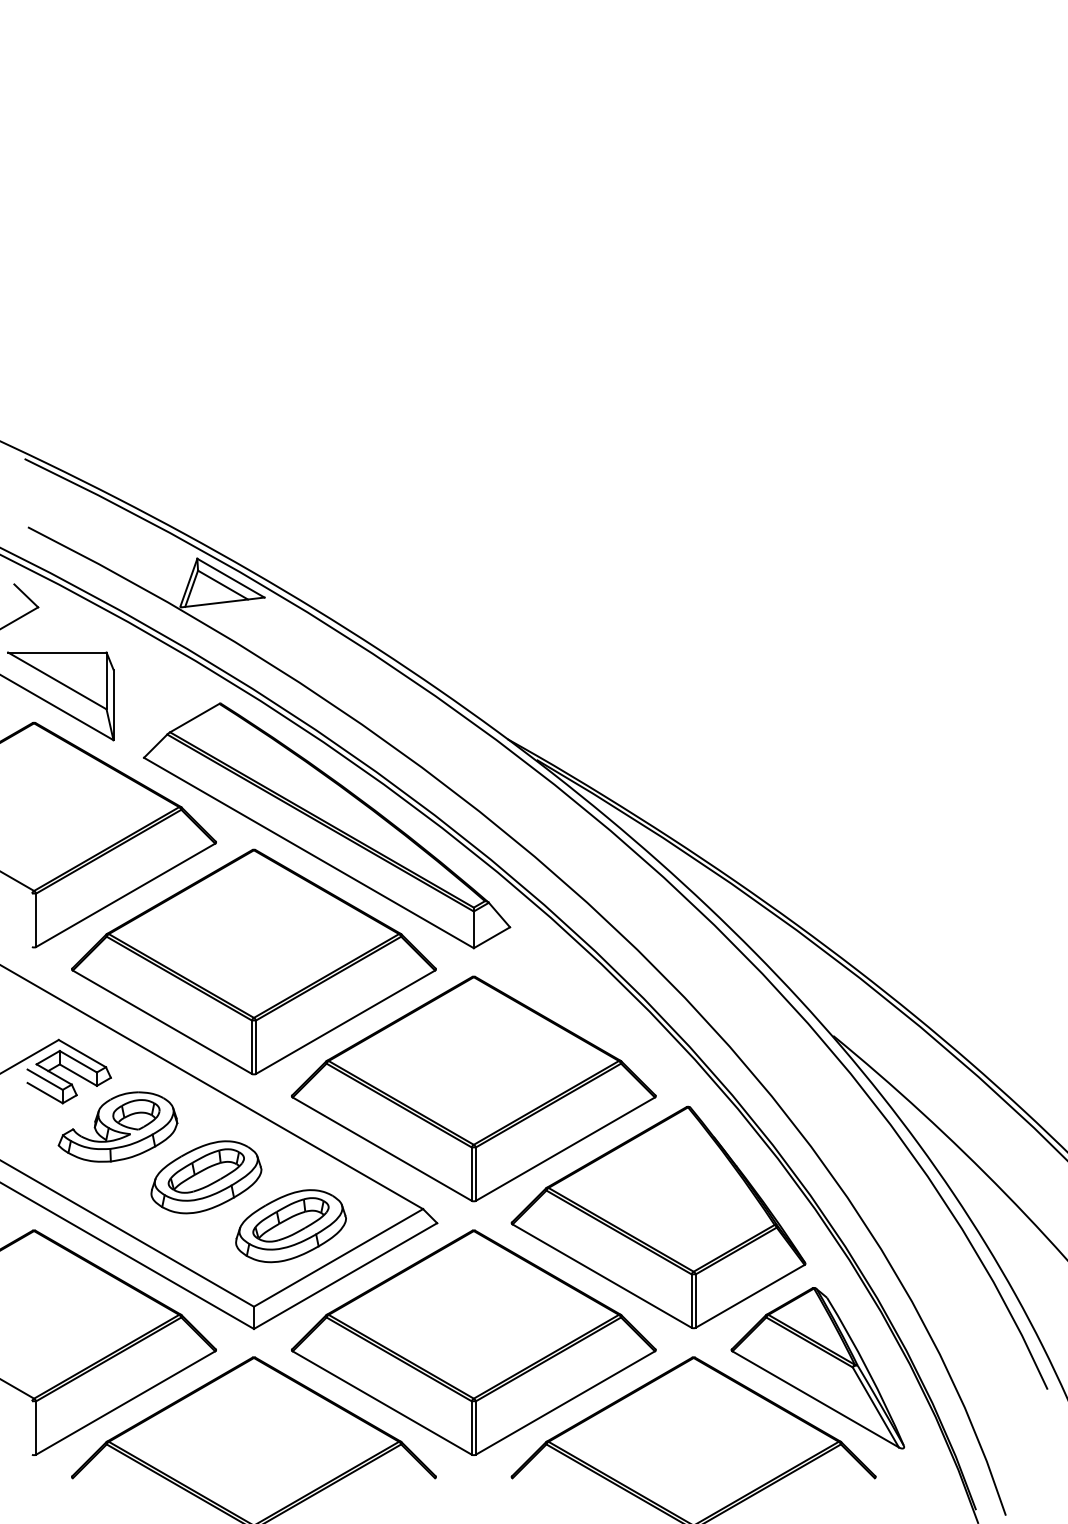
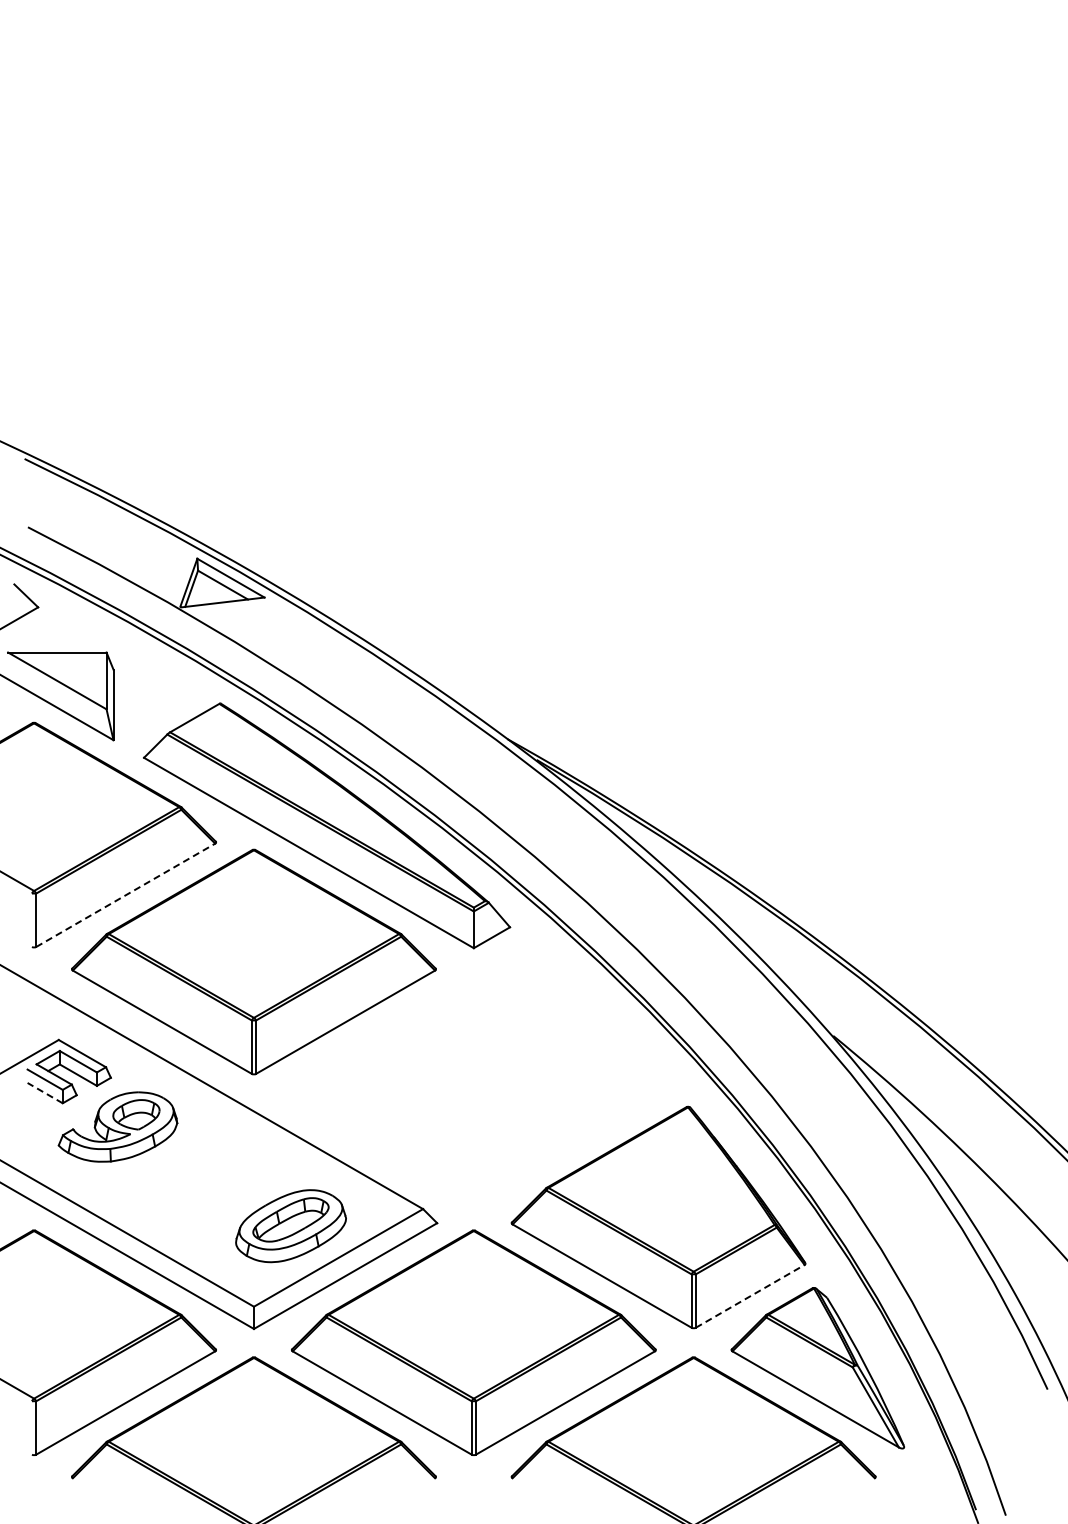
line at (126, 895): solid -> dashed
part at (473, 1088): present -> none
line at (44, 1092): solid -> dashed
part at (206, 1177): present -> none
line at (750, 1296): solid -> dashed
